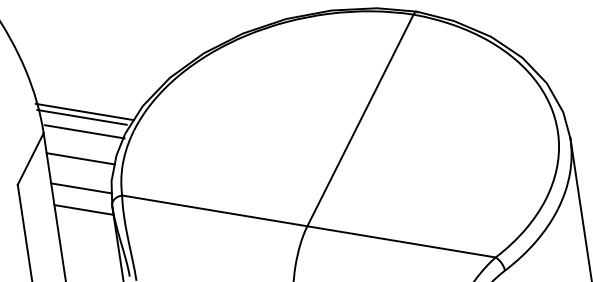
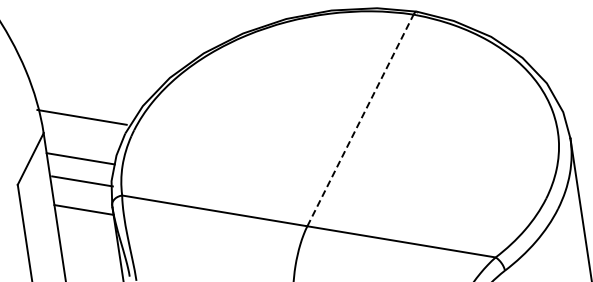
line at (84, 111): present -> none
line at (360, 120): solid -> dashed
line at (84, 131): present -> none
line at (81, 188) position: (81, 188) -> (82, 181)
